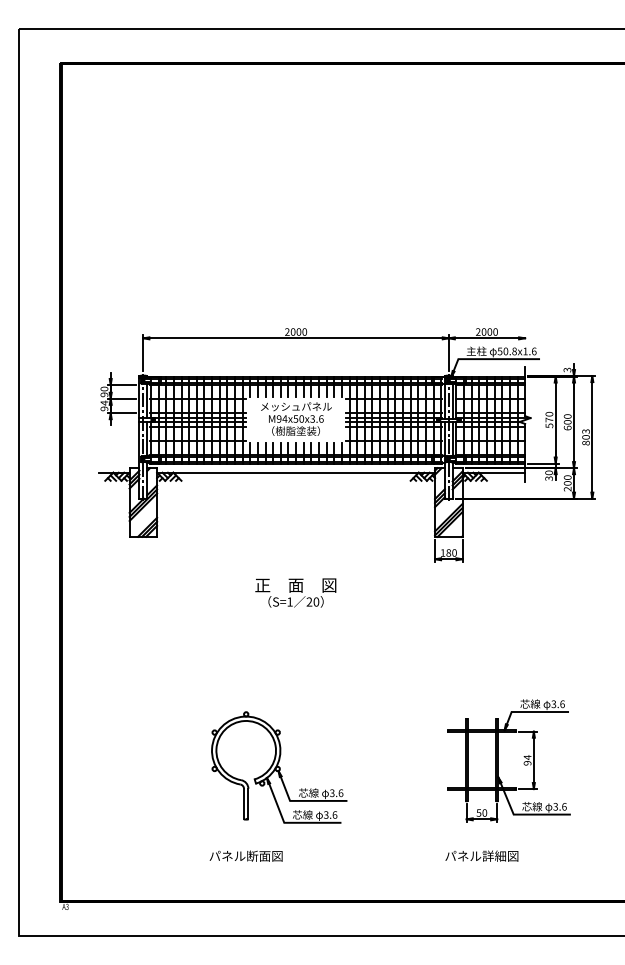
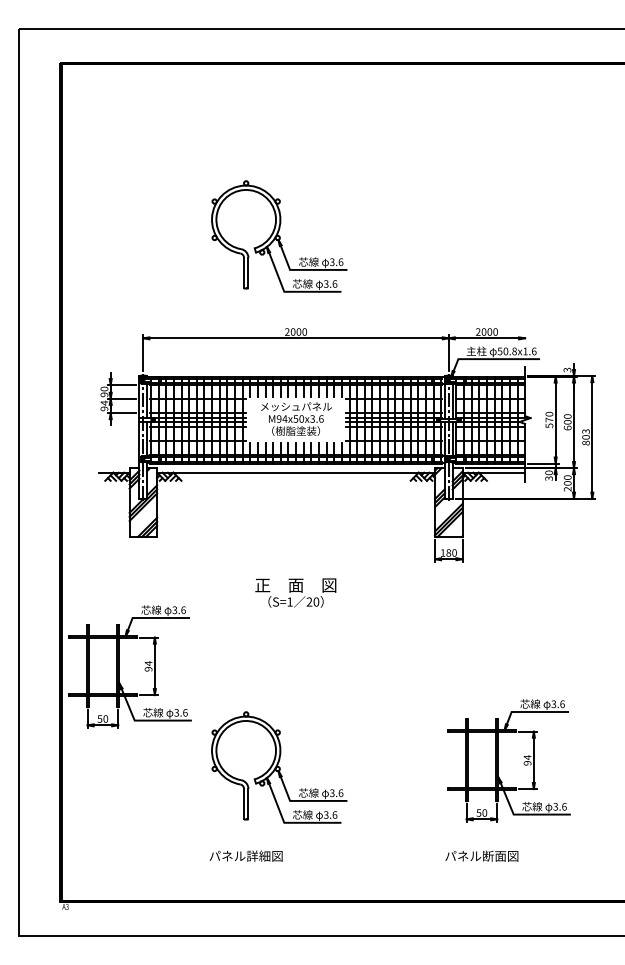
part at (279, 236): none -> present
part at (119, 666): none -> present
text at (258, 855): パネル断面図 -> パネル詳細図
text at (494, 855): パネル詳細図 -> パネル断面図
